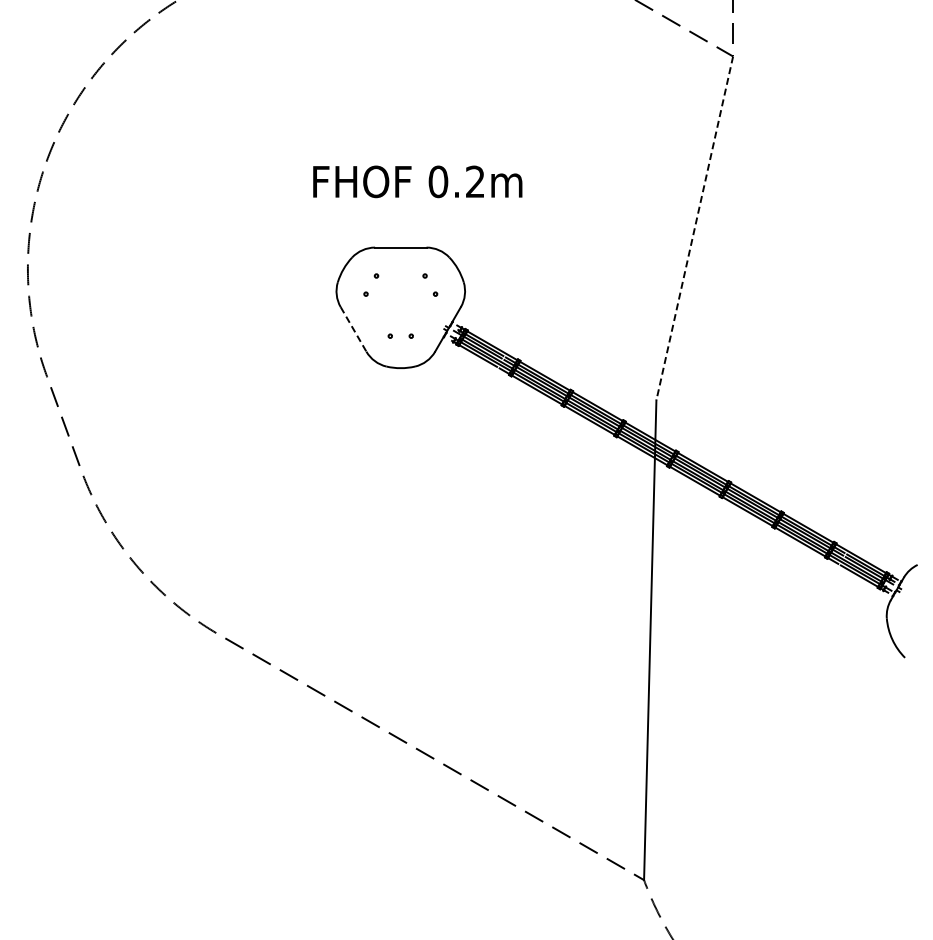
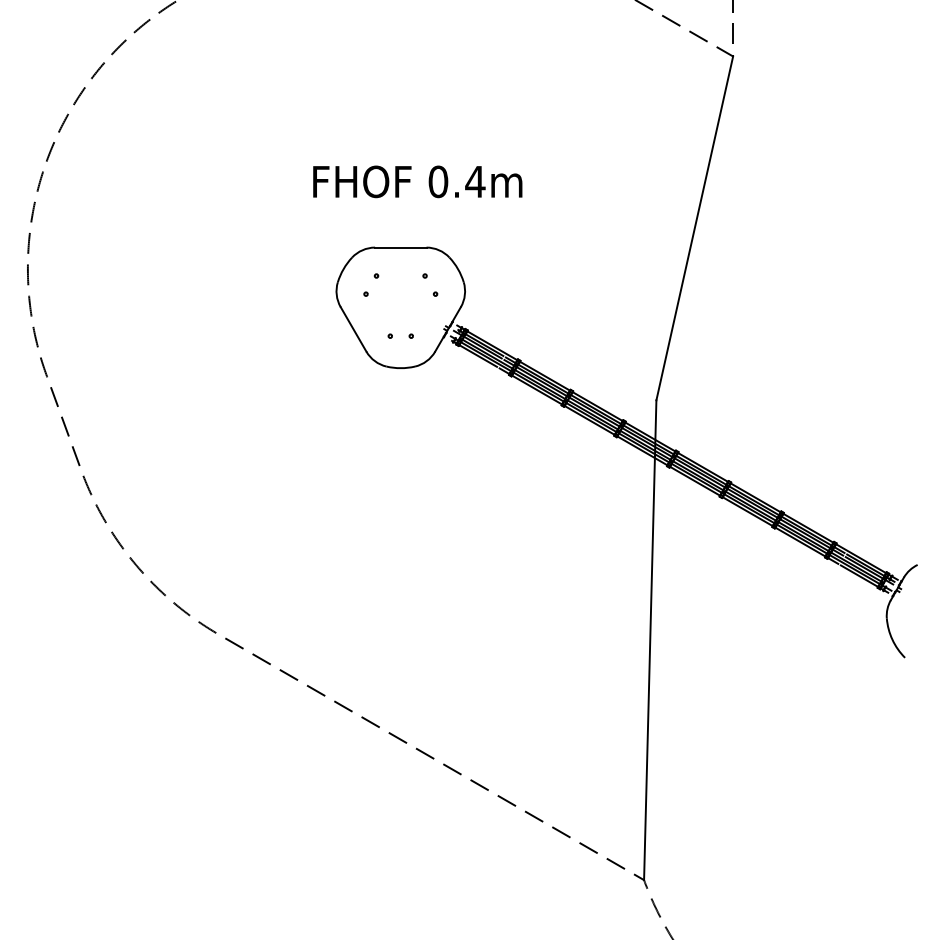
text at (475, 181): 0.2m -> 0.4m
line at (694, 228): dashed -> solid
line at (353, 329): dashed -> solid
